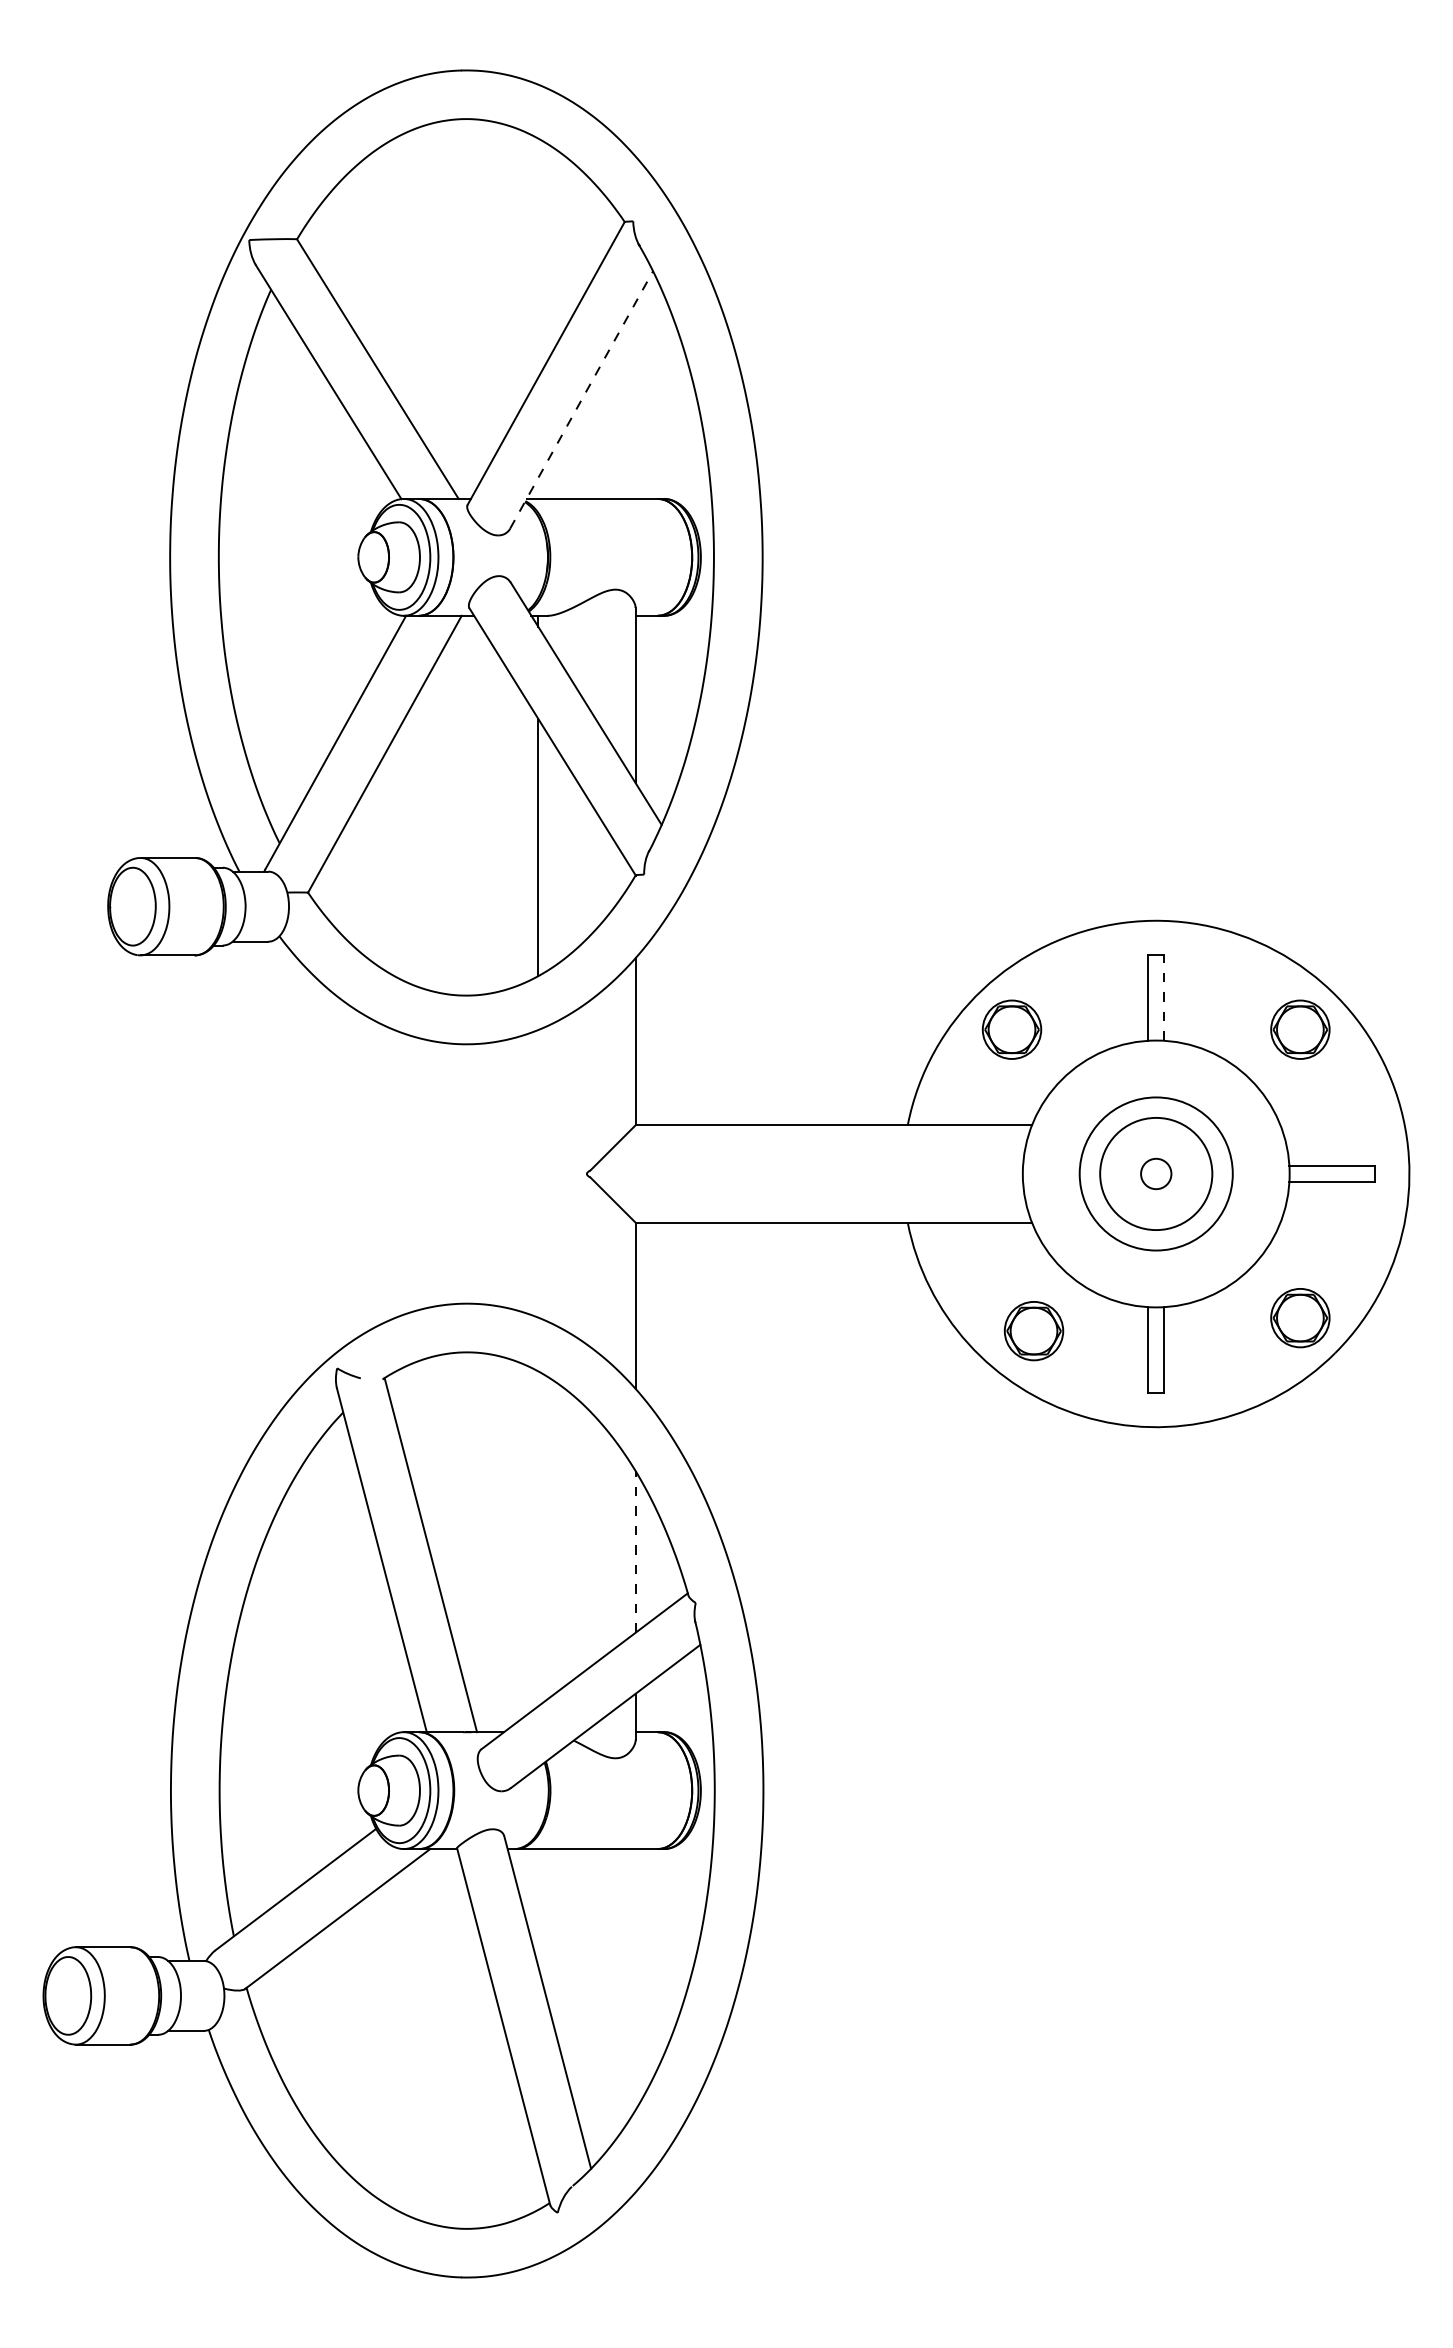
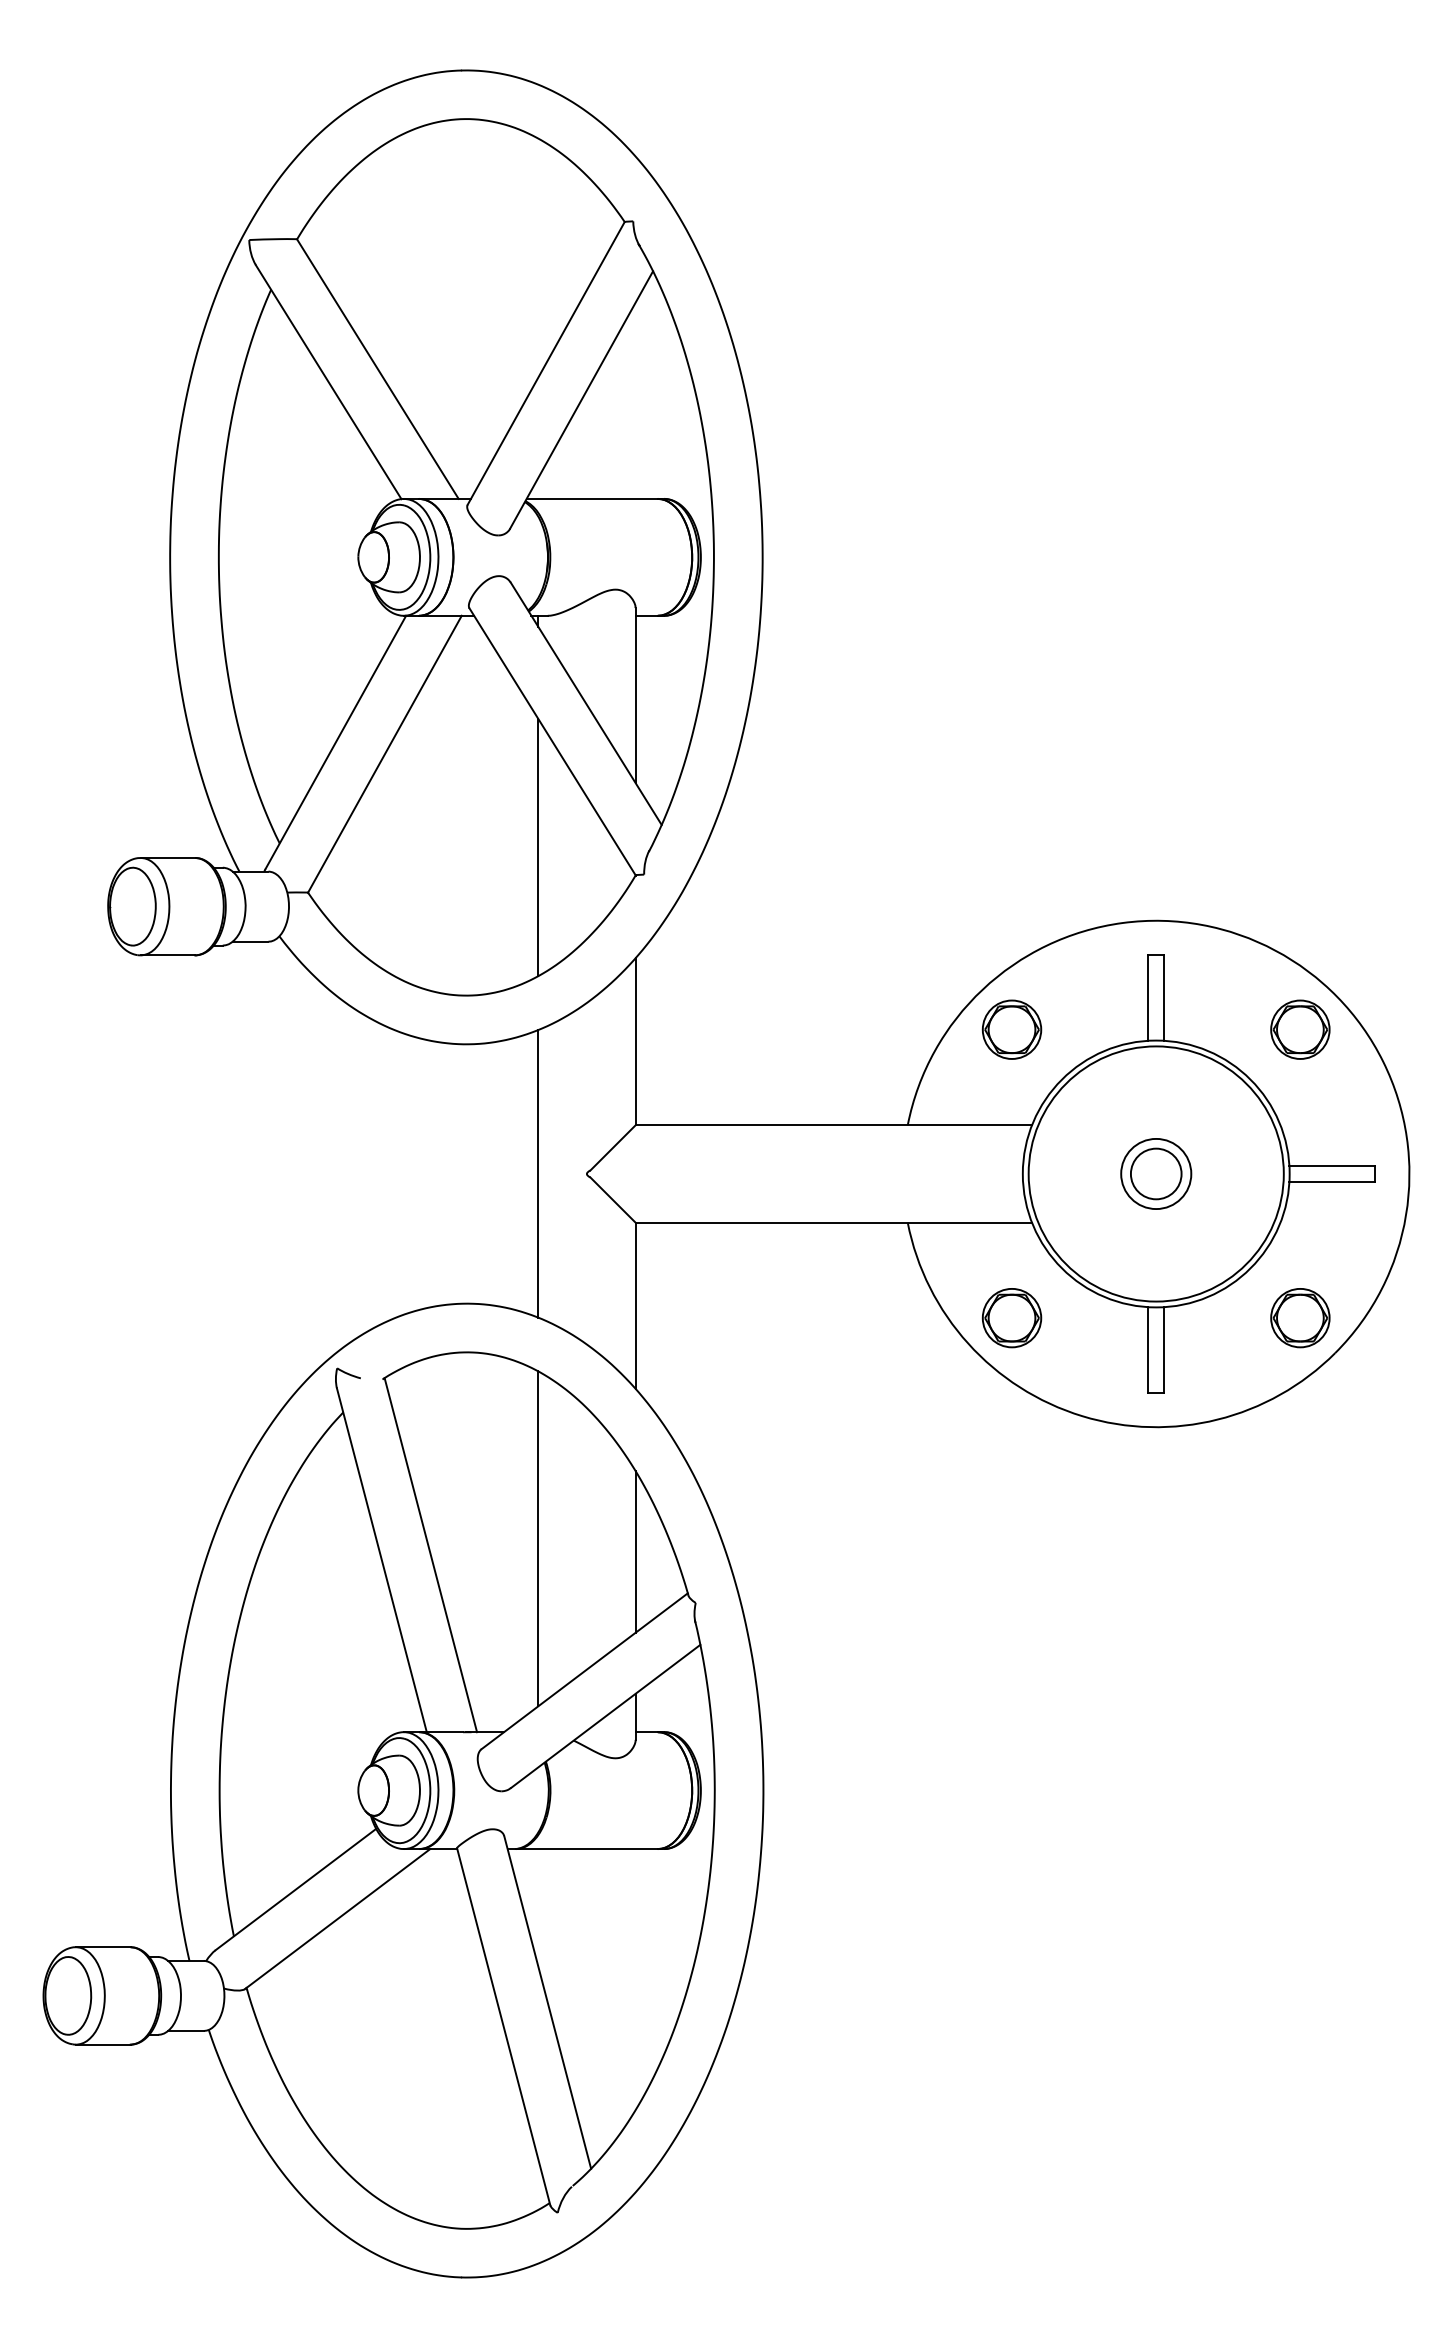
line at (581, 399): dashed -> solid
line at (1164, 997): dashed -> solid
line at (538, 1173): none -> present
circle at (1155, 1173) diameter: 153 px -> 255 px
circle at (1156, 1173) diameter: 112 px -> 70 px
circle at (1156, 1173) diameter: 30 px -> 51 px
part at (1033, 1331) position: (1033, 1331) -> (1011, 1318)
line at (538, 1538): none -> present
line at (635, 1552): dashed -> solid
